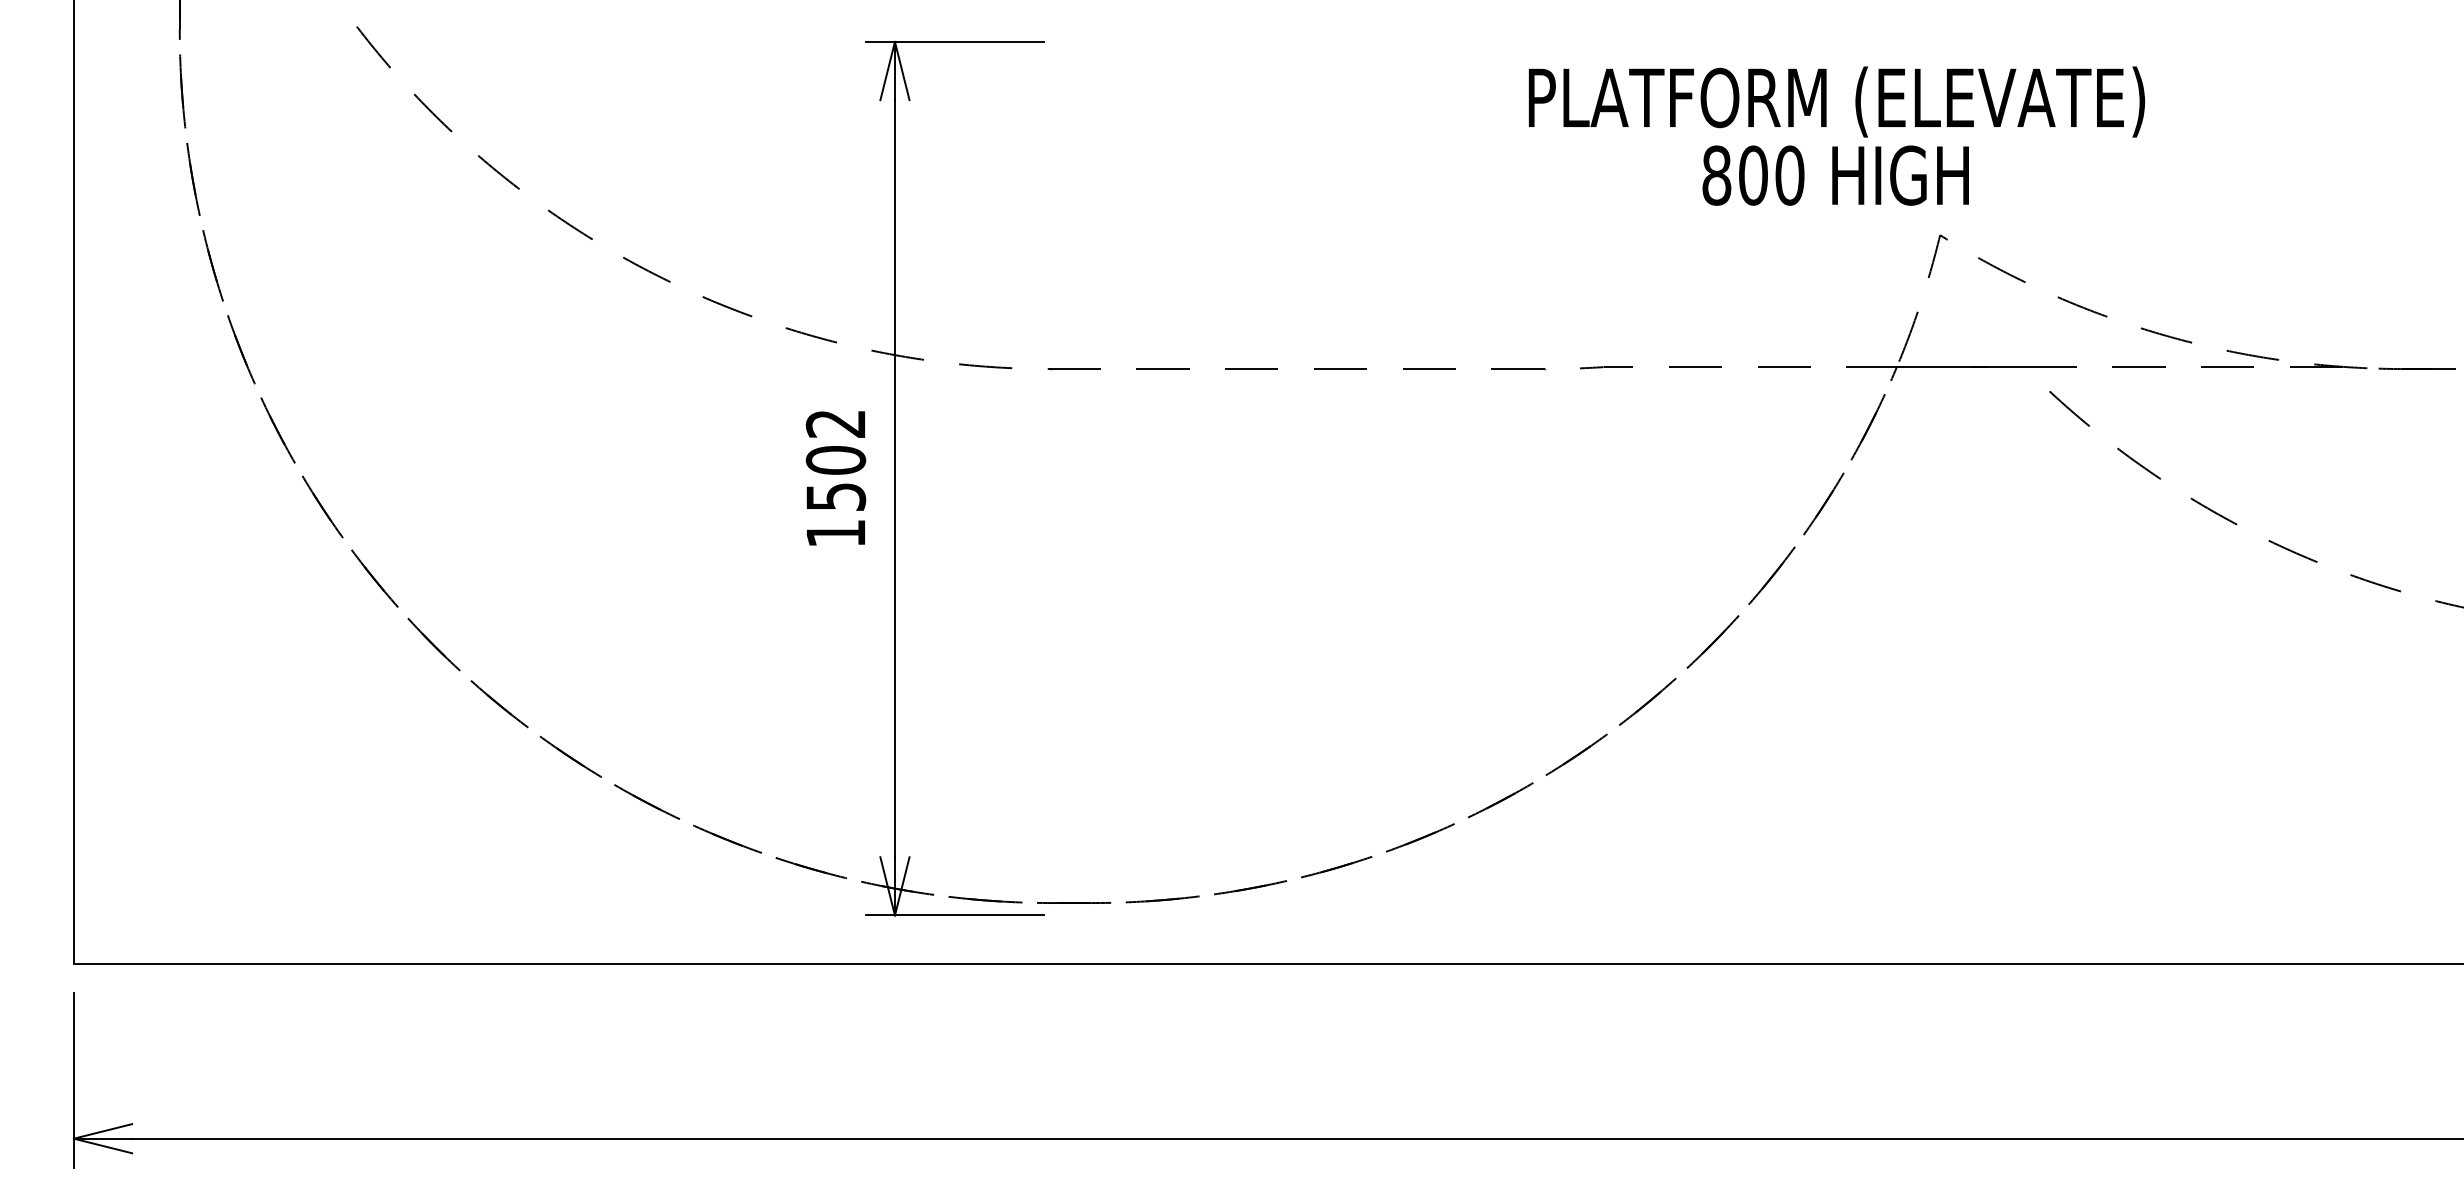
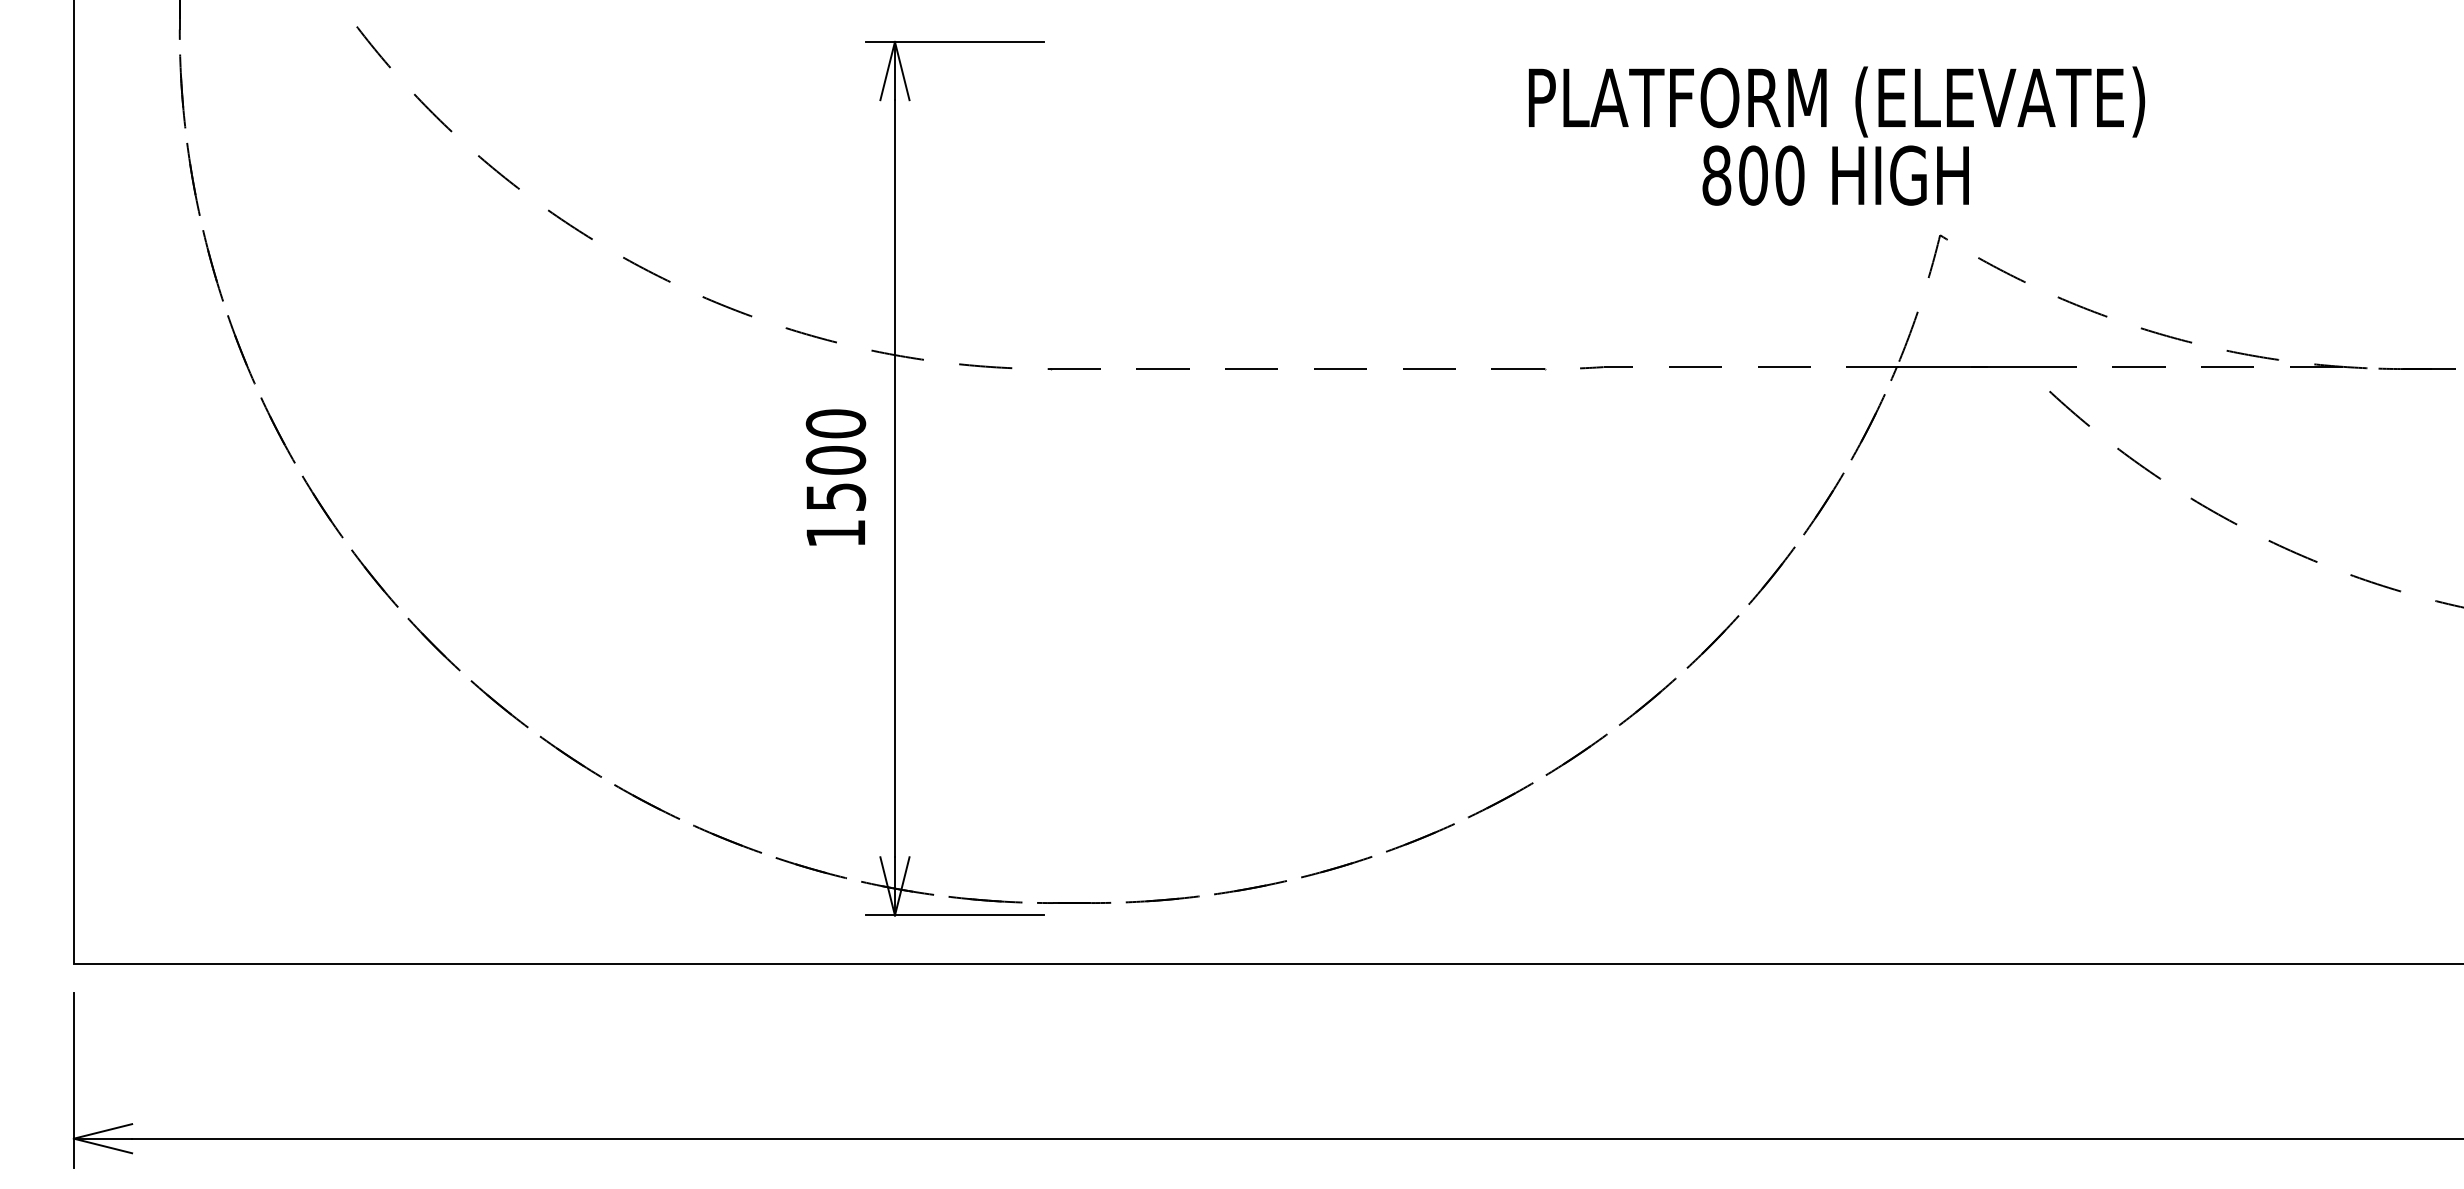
text at (835, 423): 1502 -> 1500
